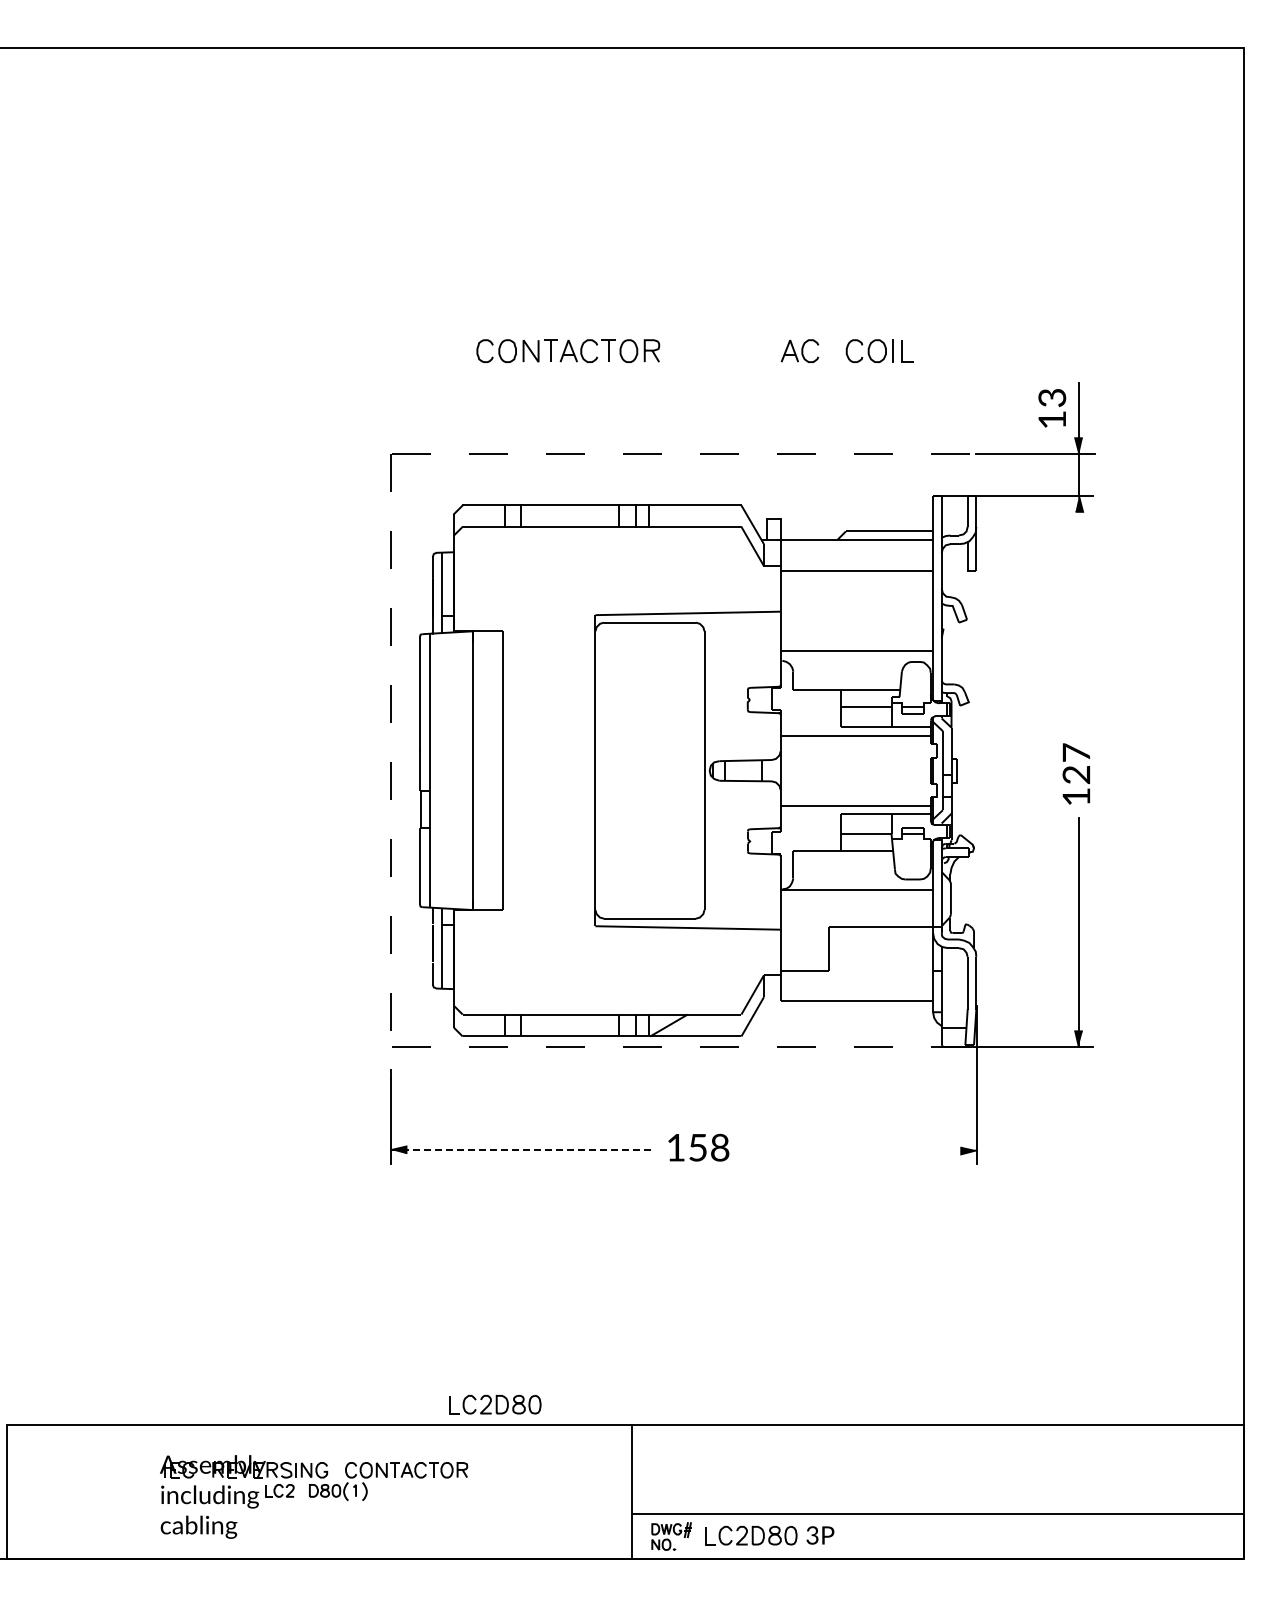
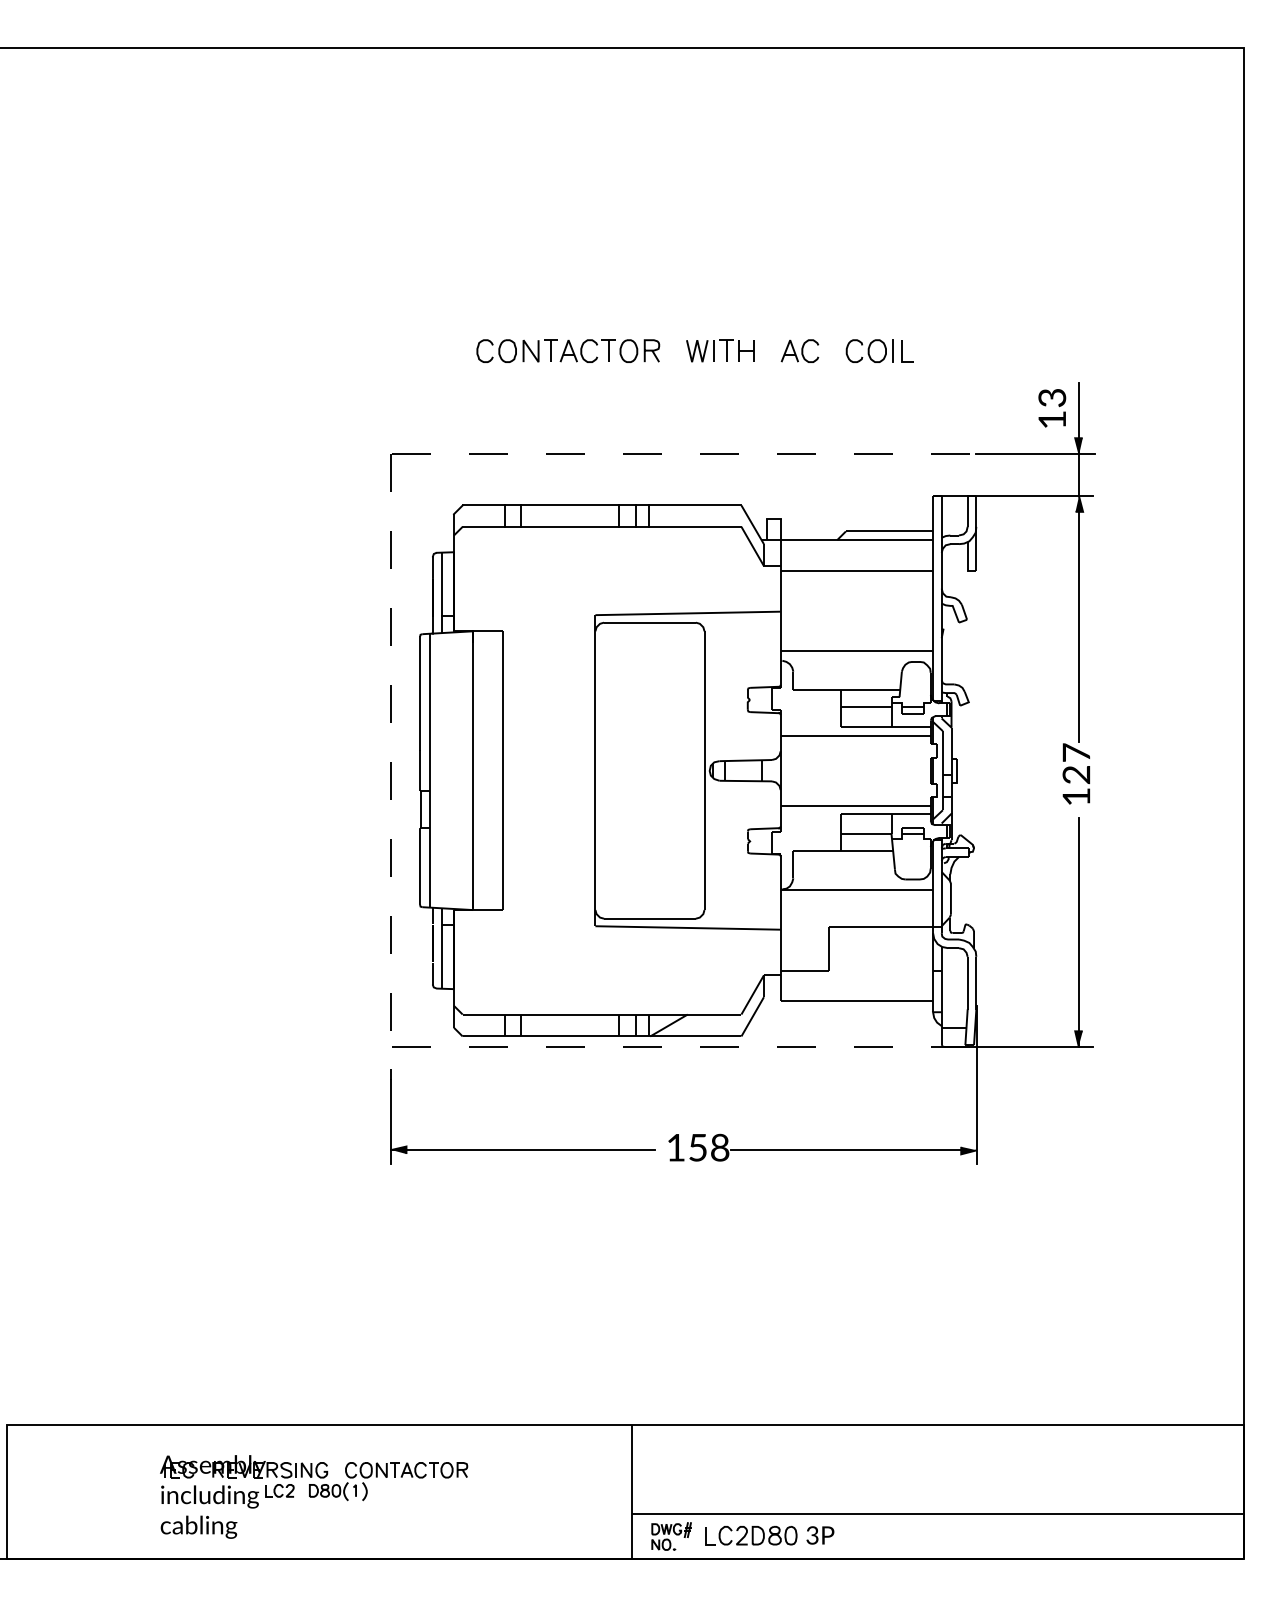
part at (720, 350): none -> present
line at (1079, 626): none -> present
line at (523, 1150): dashed -> solid
line at (846, 1150): none -> present
part at (495, 1404): present -> none
